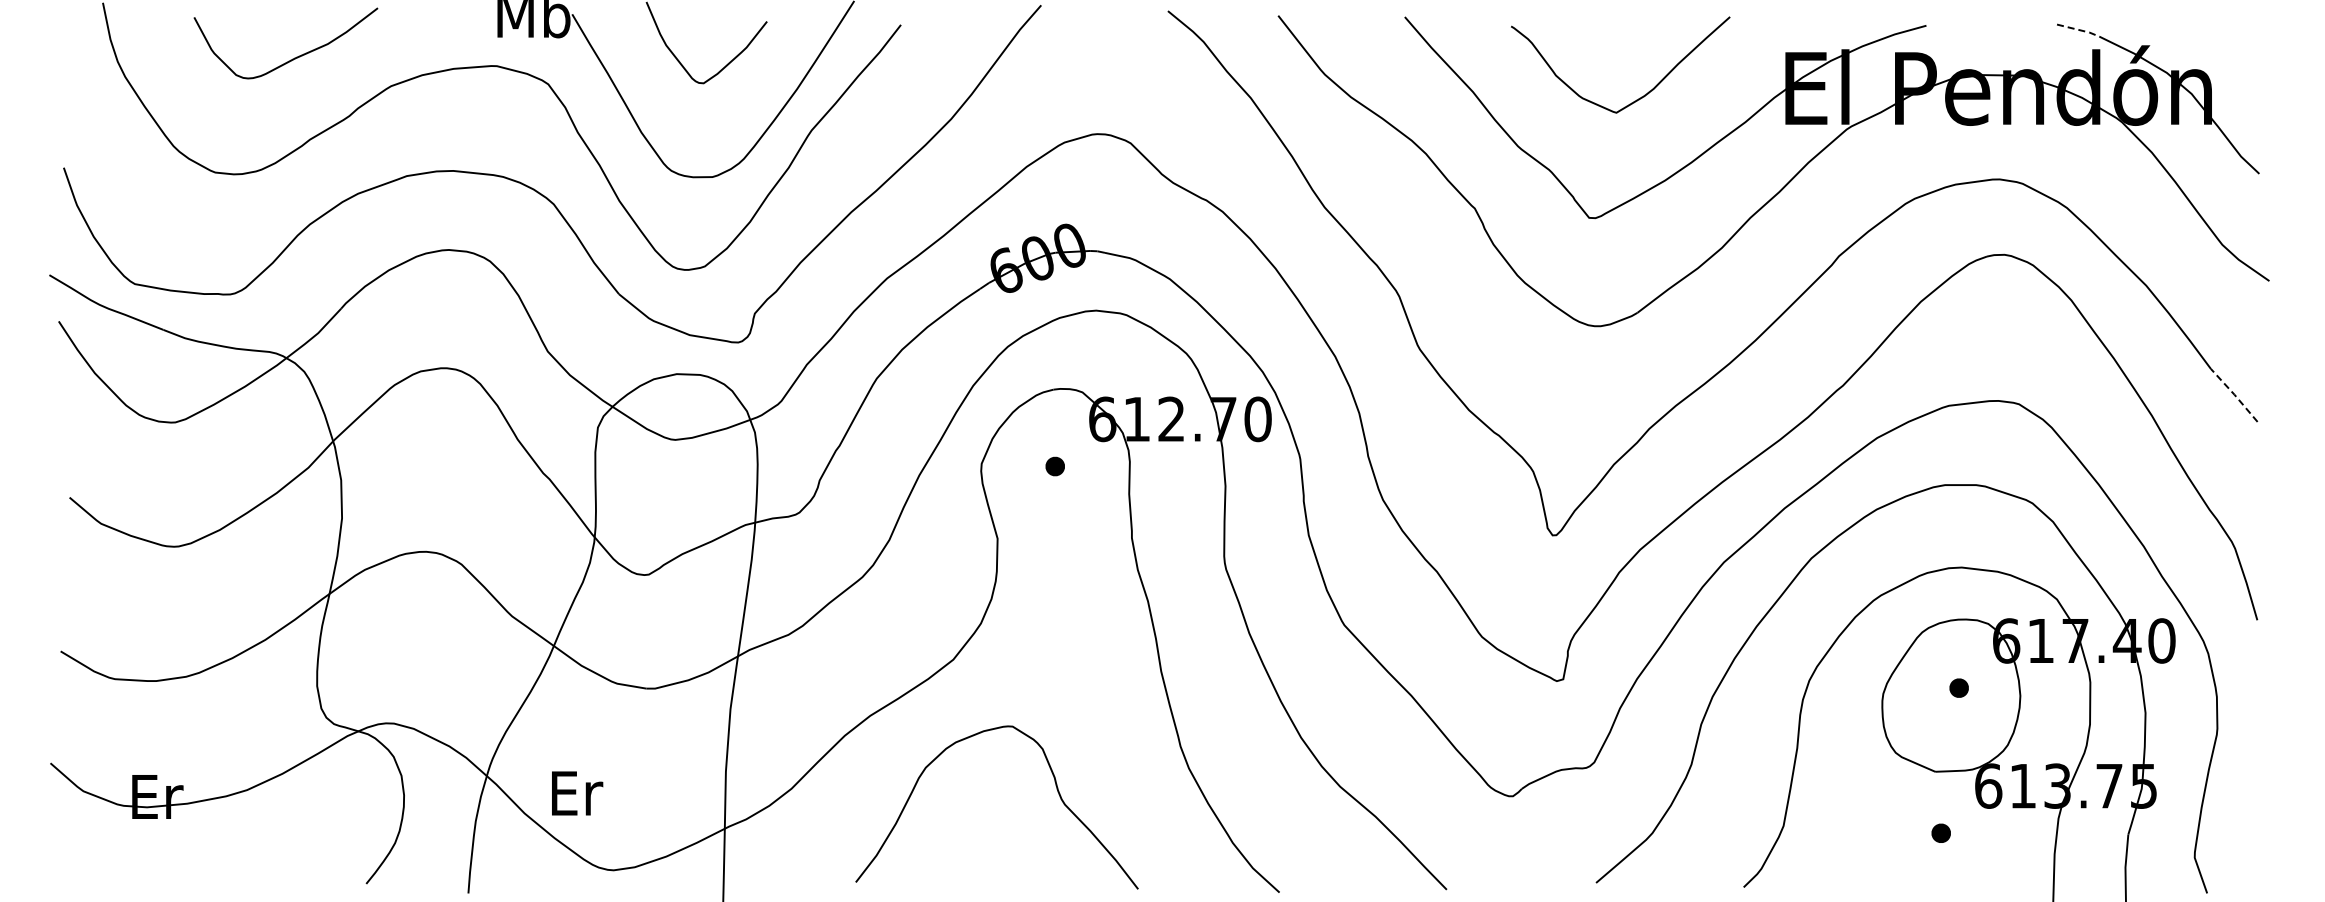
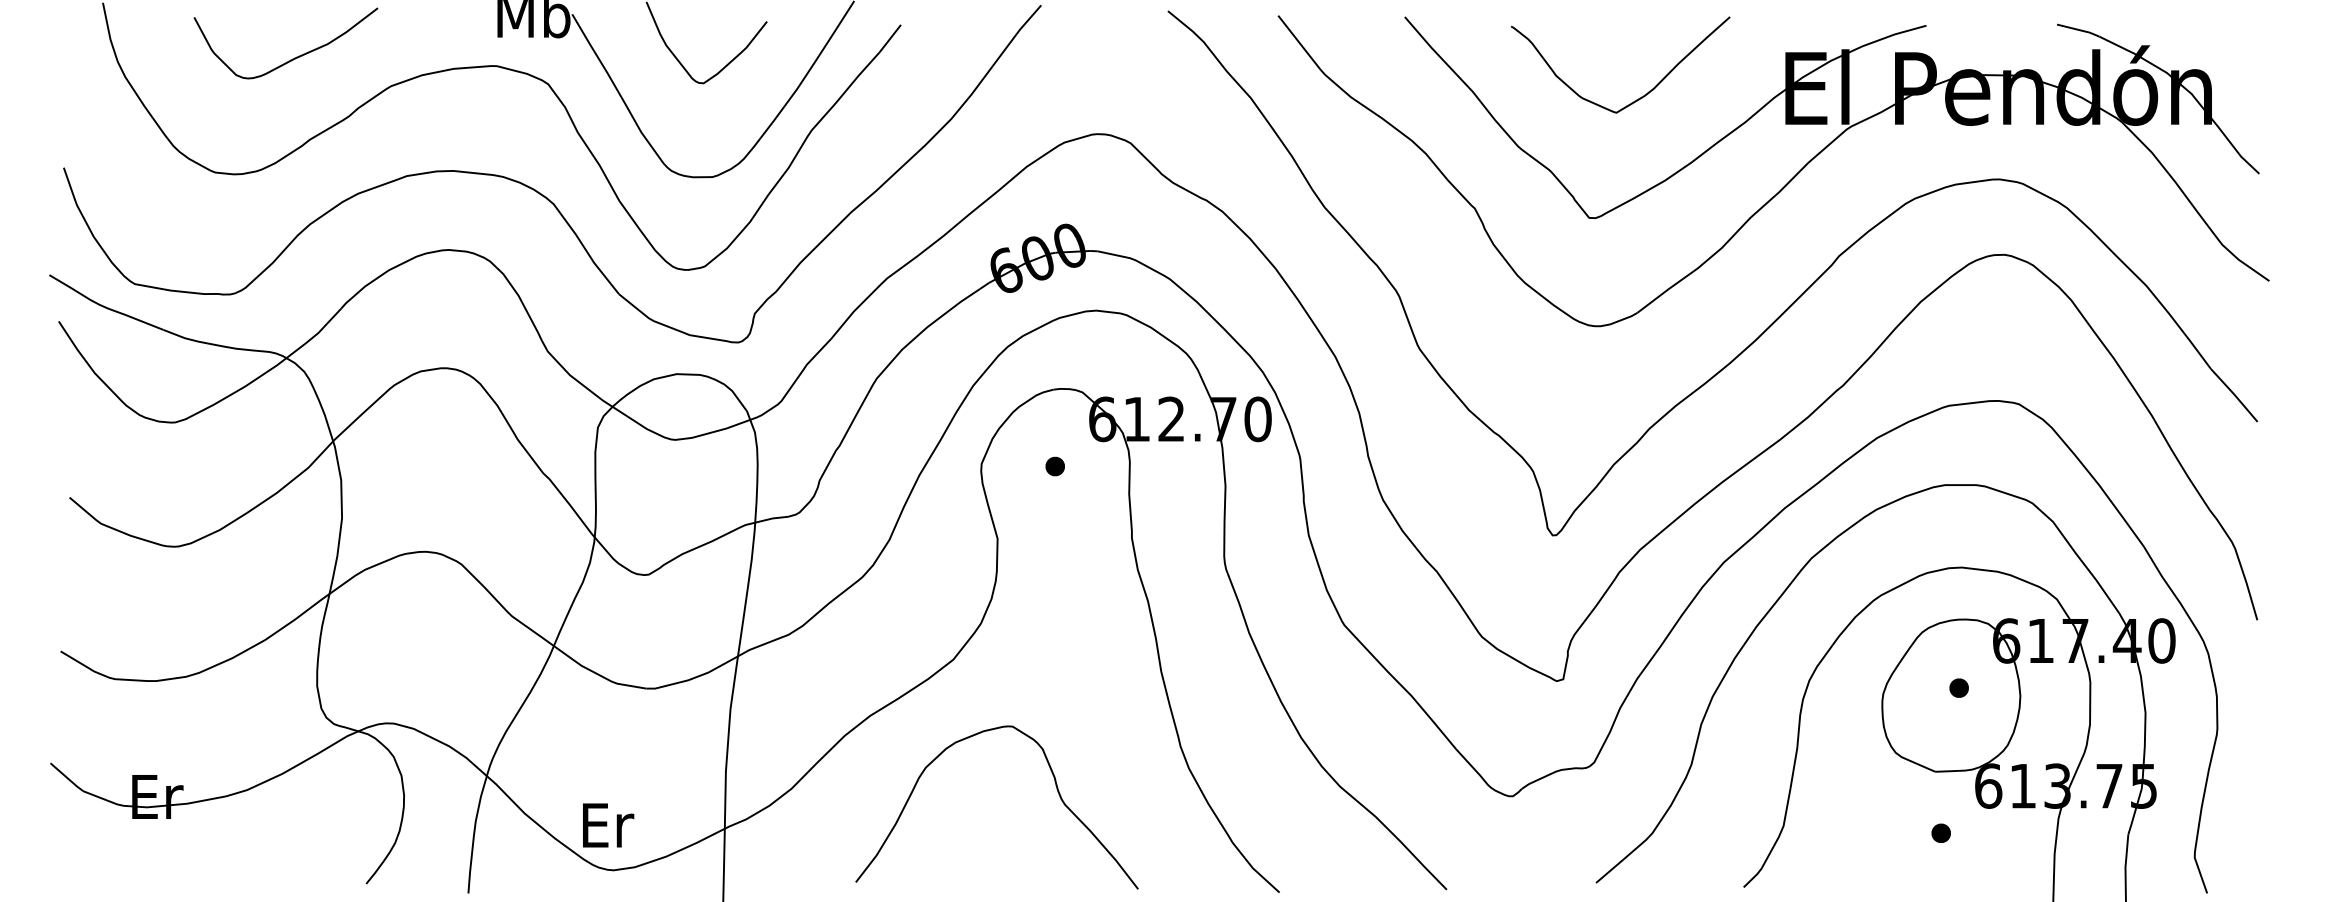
line at (2079, 30): dashed -> solid
line at (2234, 394): dashed -> solid
text at (577, 793) position: (577, 793) -> (608, 825)
